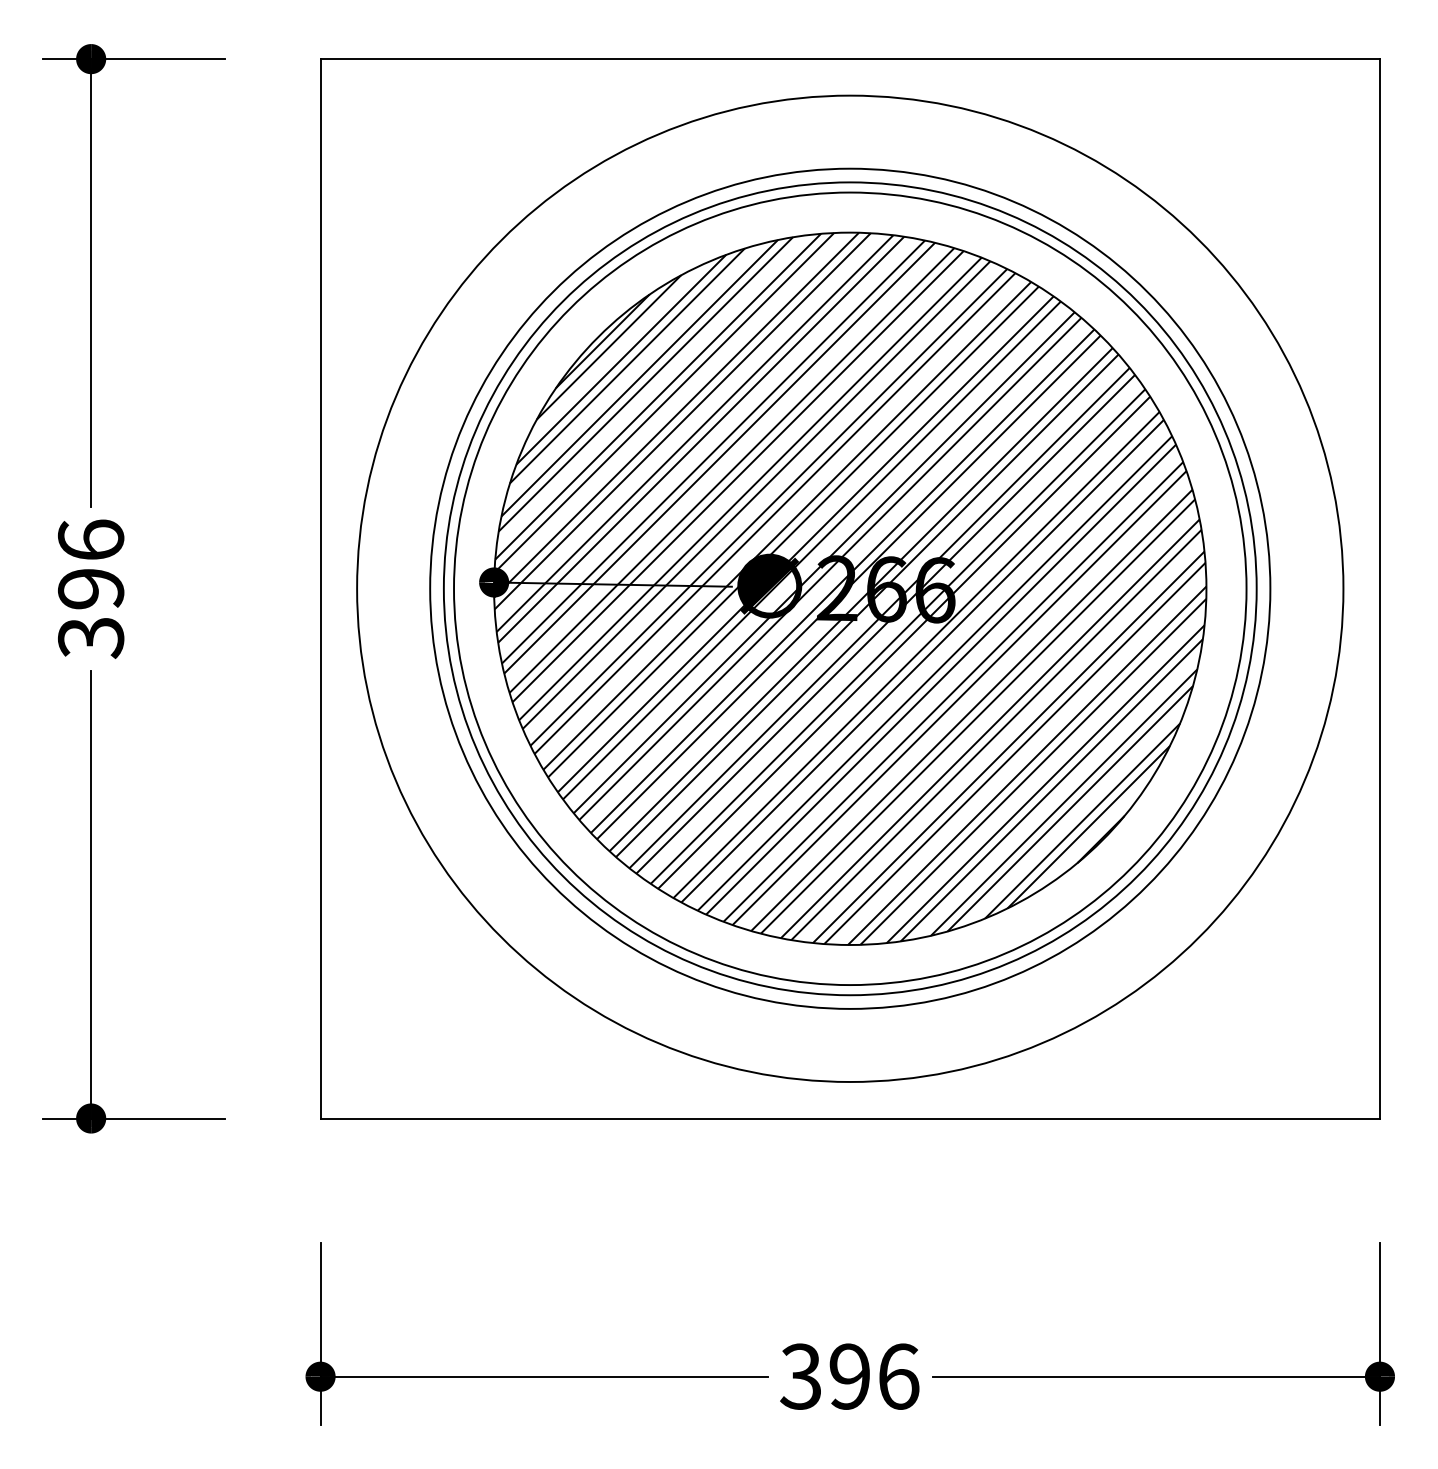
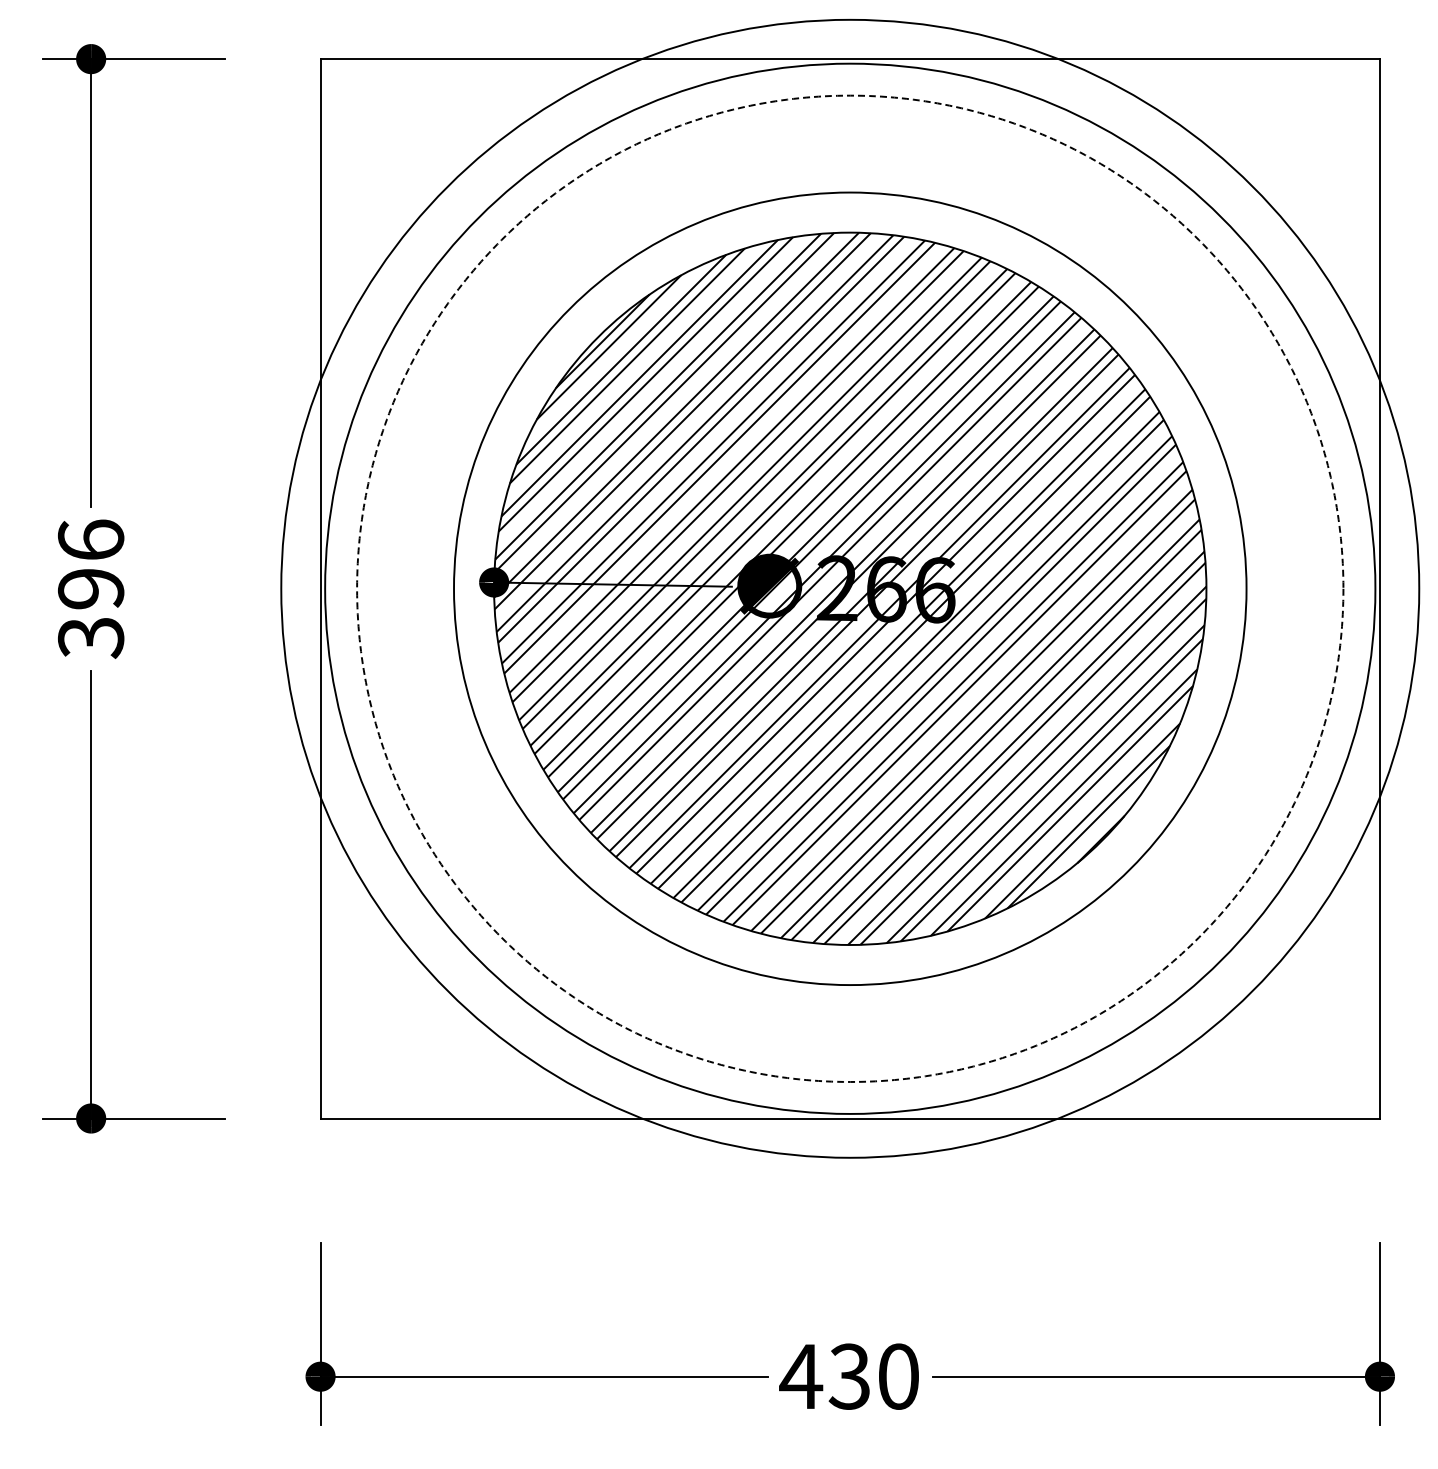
circle at (849, 588) diameter: 813 px -> 1138 px
circle at (850, 588) diameter: 840 px -> 1050 px
circle at (850, 588): solid -> dashed
text at (849, 1376): 396 -> 430
